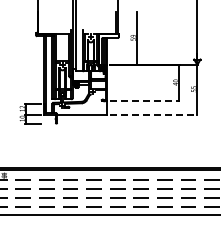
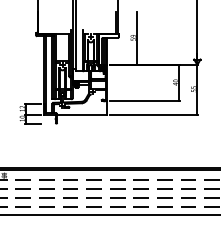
line at (145, 101): dashed -> solid
line at (154, 114): dashed -> solid
